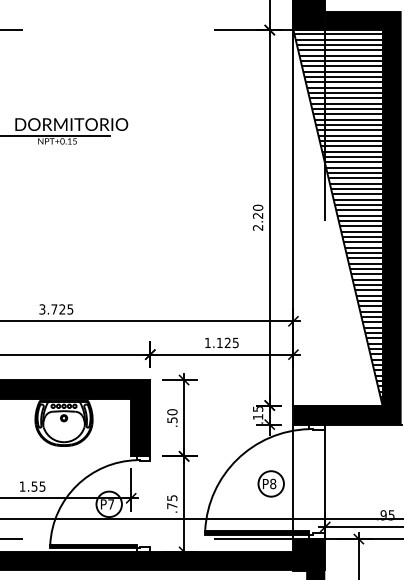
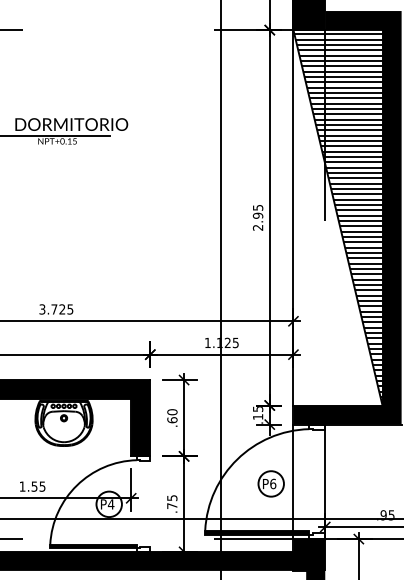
text at (257, 211): 2.20 -> 2.95
line at (221, 289): none -> present
text at (172, 420): .50 -> .60
text at (273, 483): P8 -> P6
text at (110, 504): P7 -> P4
